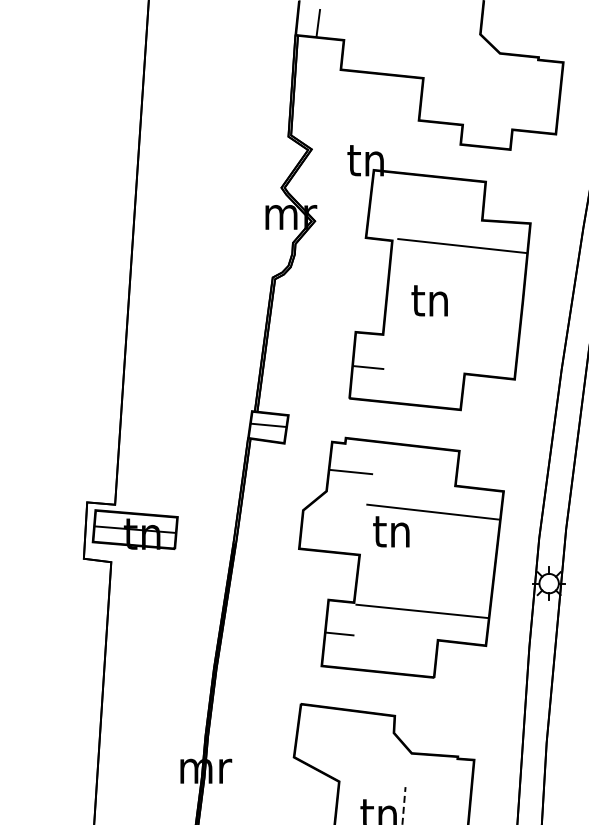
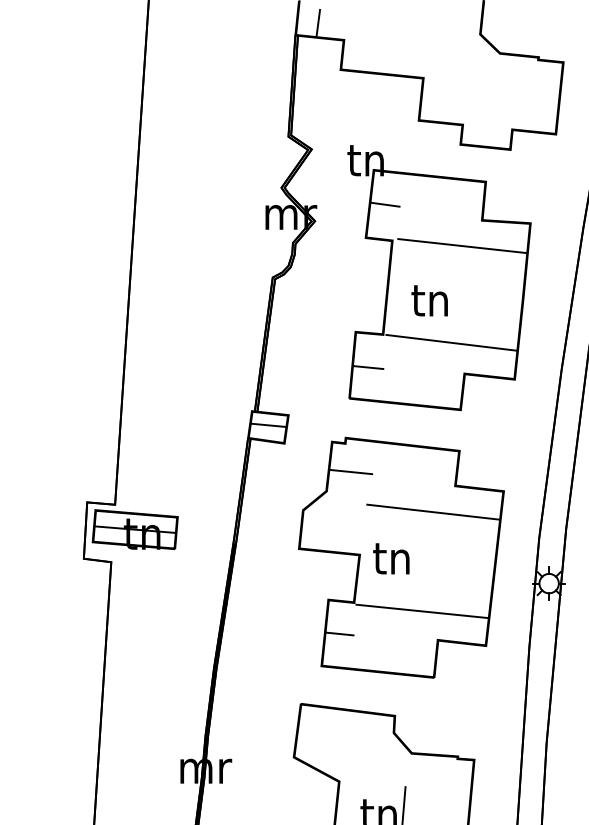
line at (385, 204): none -> present
line at (451, 342): none -> present
text at (391, 531) position: (391, 531) -> (391, 558)
line at (403, 805): dashed -> solid
